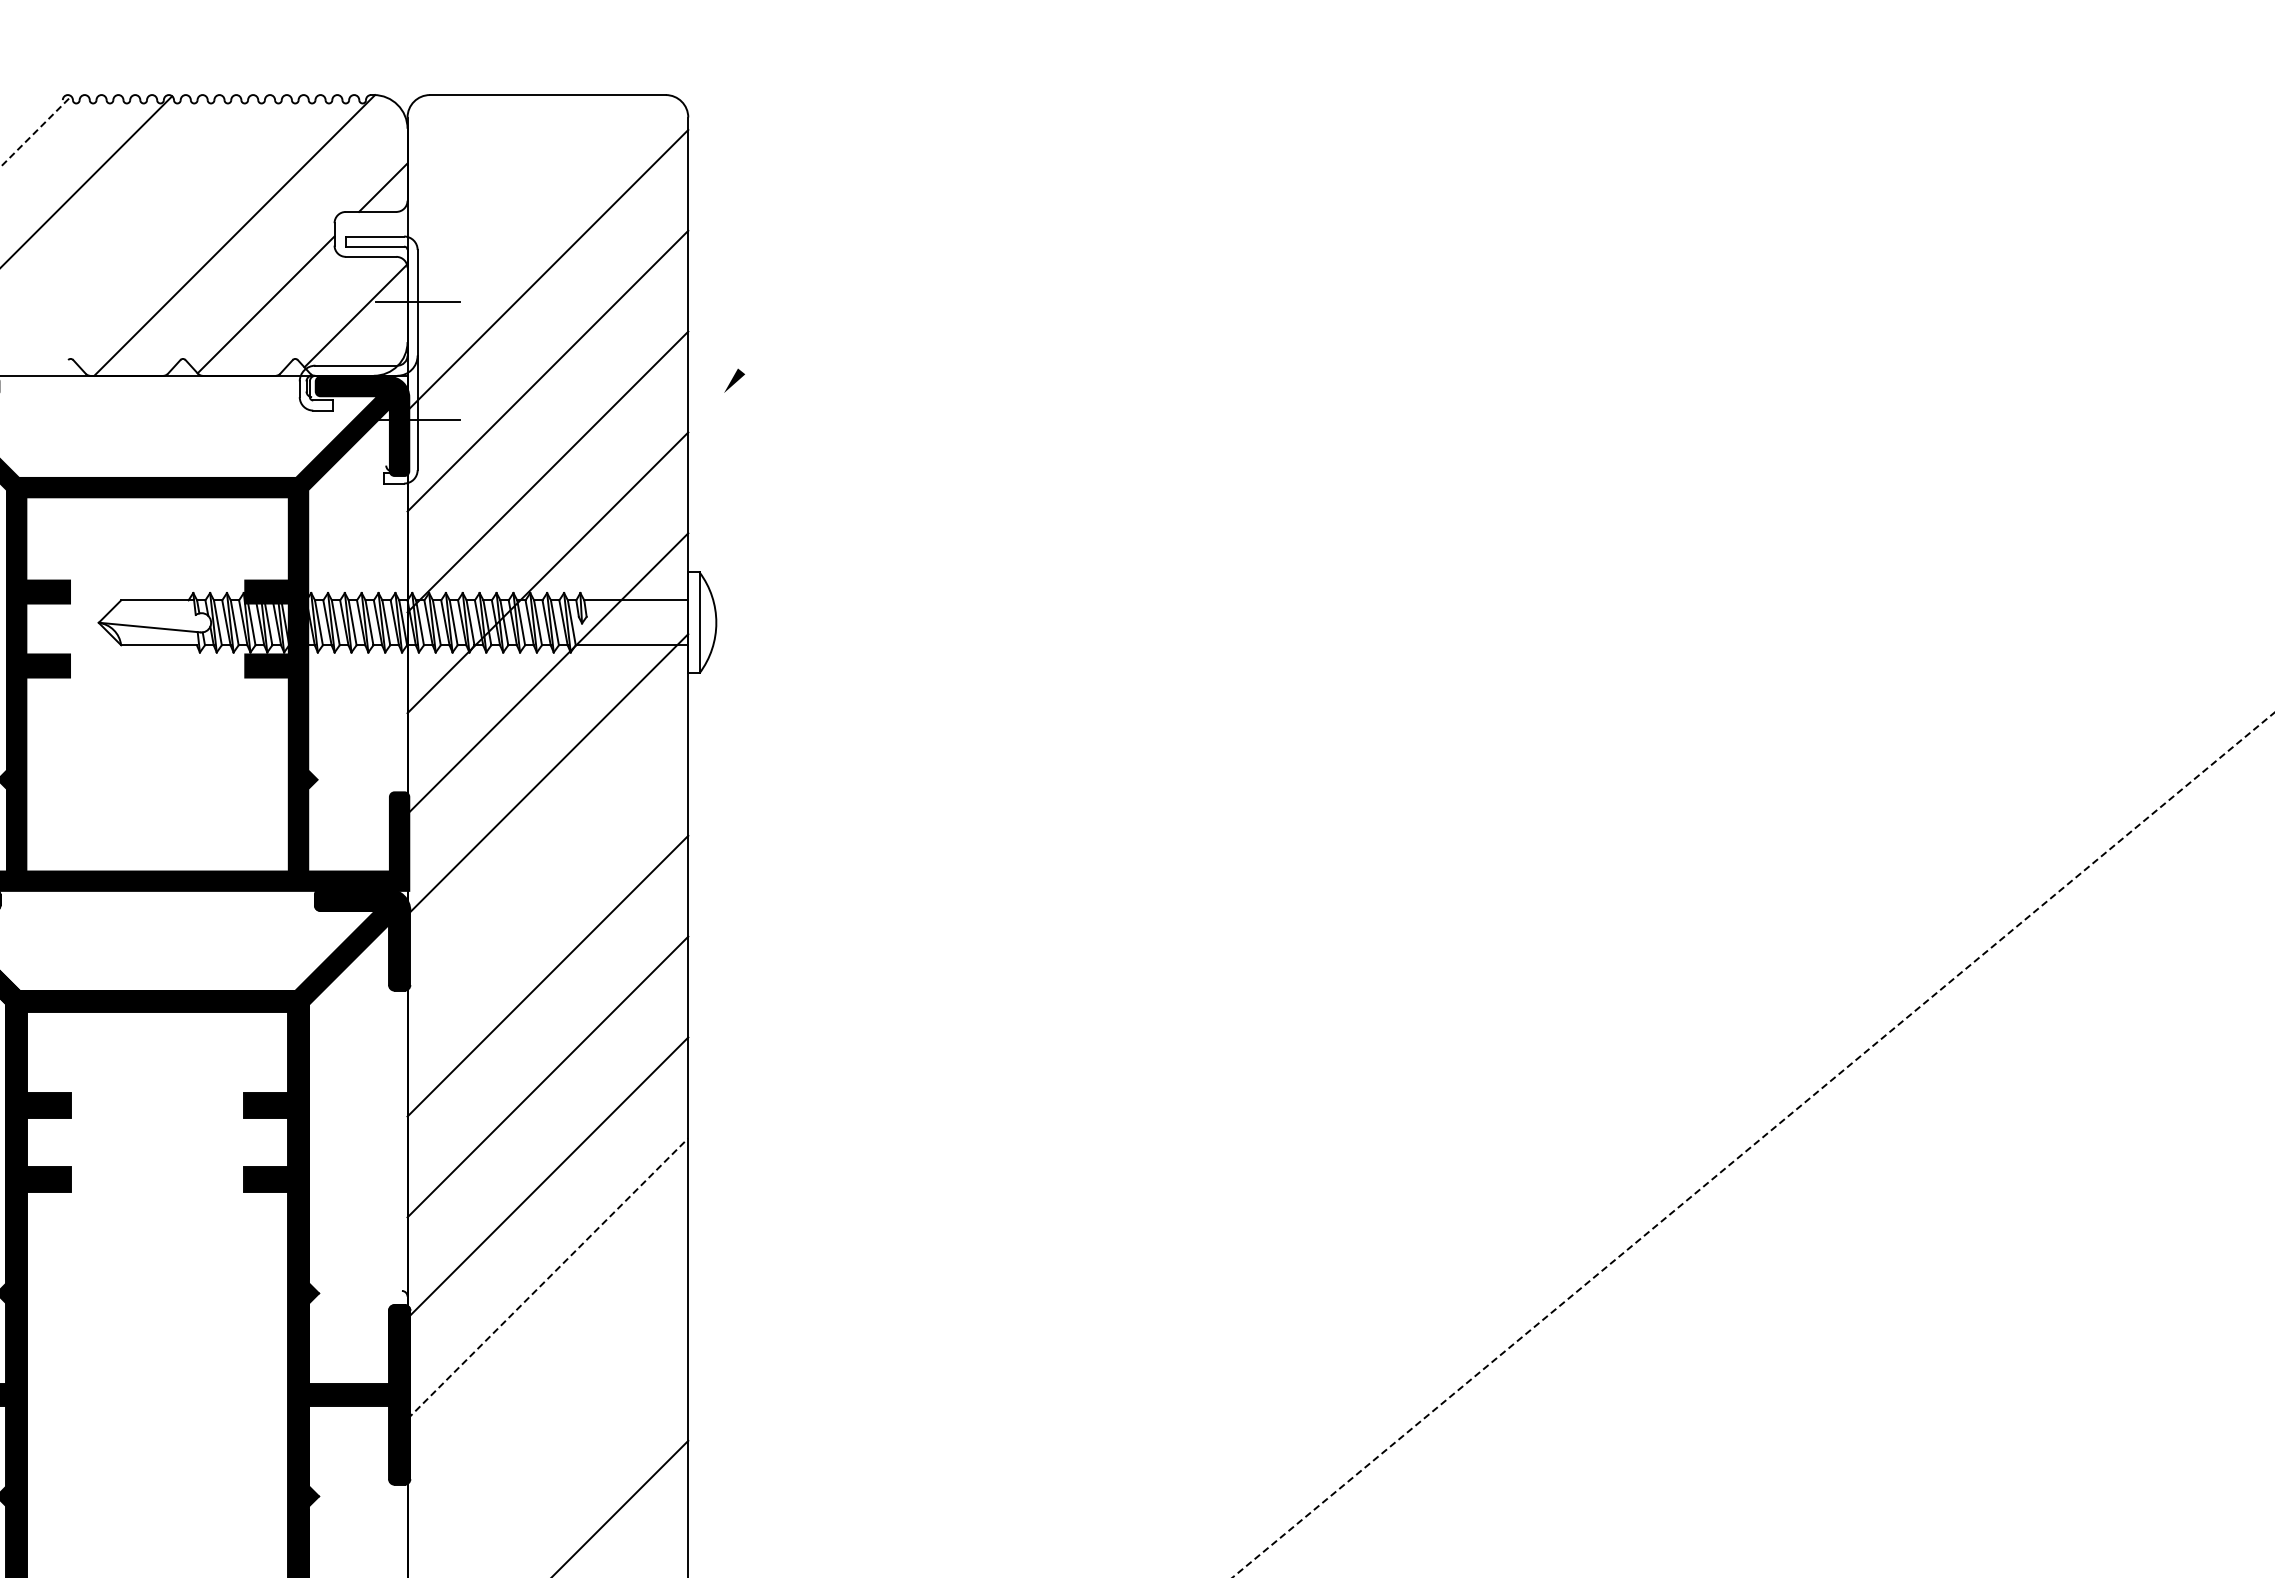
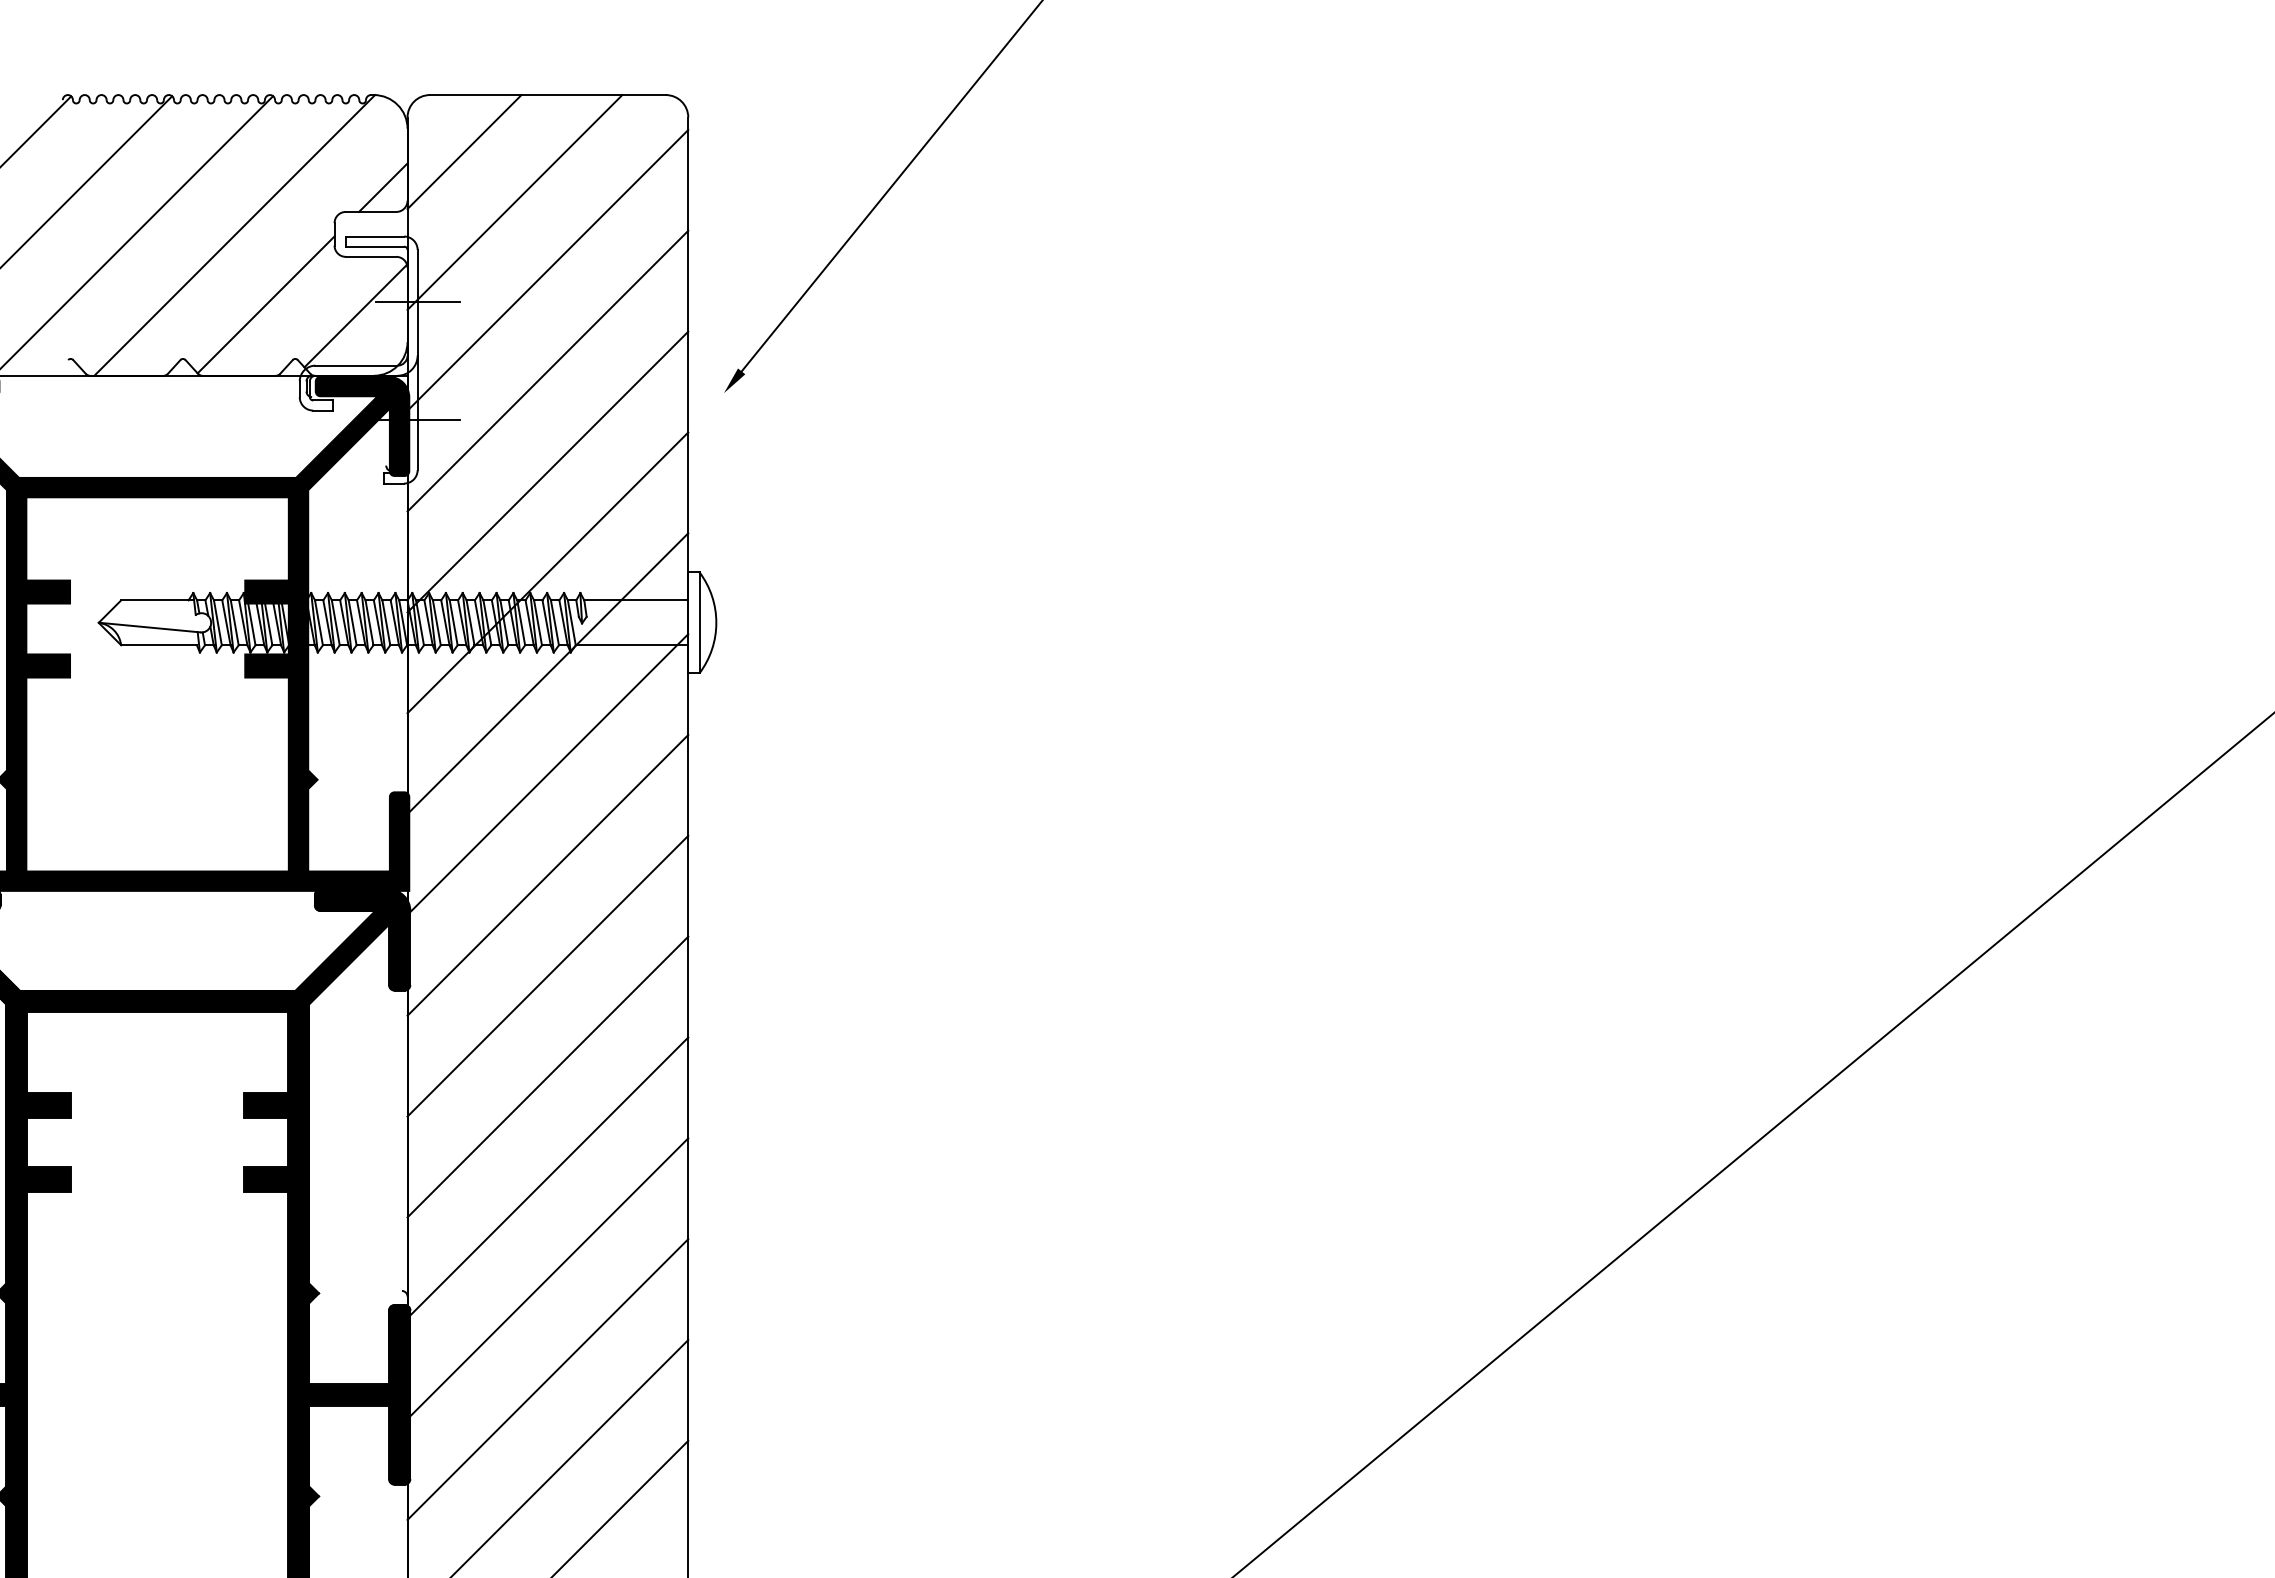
line at (35, 131): dashed -> solid
line at (464, 152): none -> present
line at (891, 186): none -> present
line at (514, 202): none -> present
line at (137, 231): none -> present
line at (547, 875): none -> present
line at (1753, 1144): dashed -> solid
line at (547, 1278): dashed -> solid
line at (547, 1379): none -> present
line at (570, 1457): none -> present
